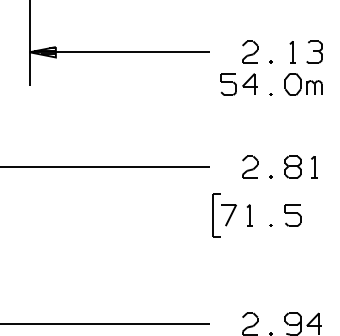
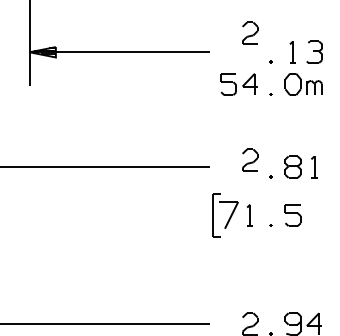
part at (250, 51) position: (250, 51) -> (250, 32)
part at (250, 166) position: (250, 166) -> (250, 159)
part at (228, 215) size: 16x23 px -> 20x28 px
